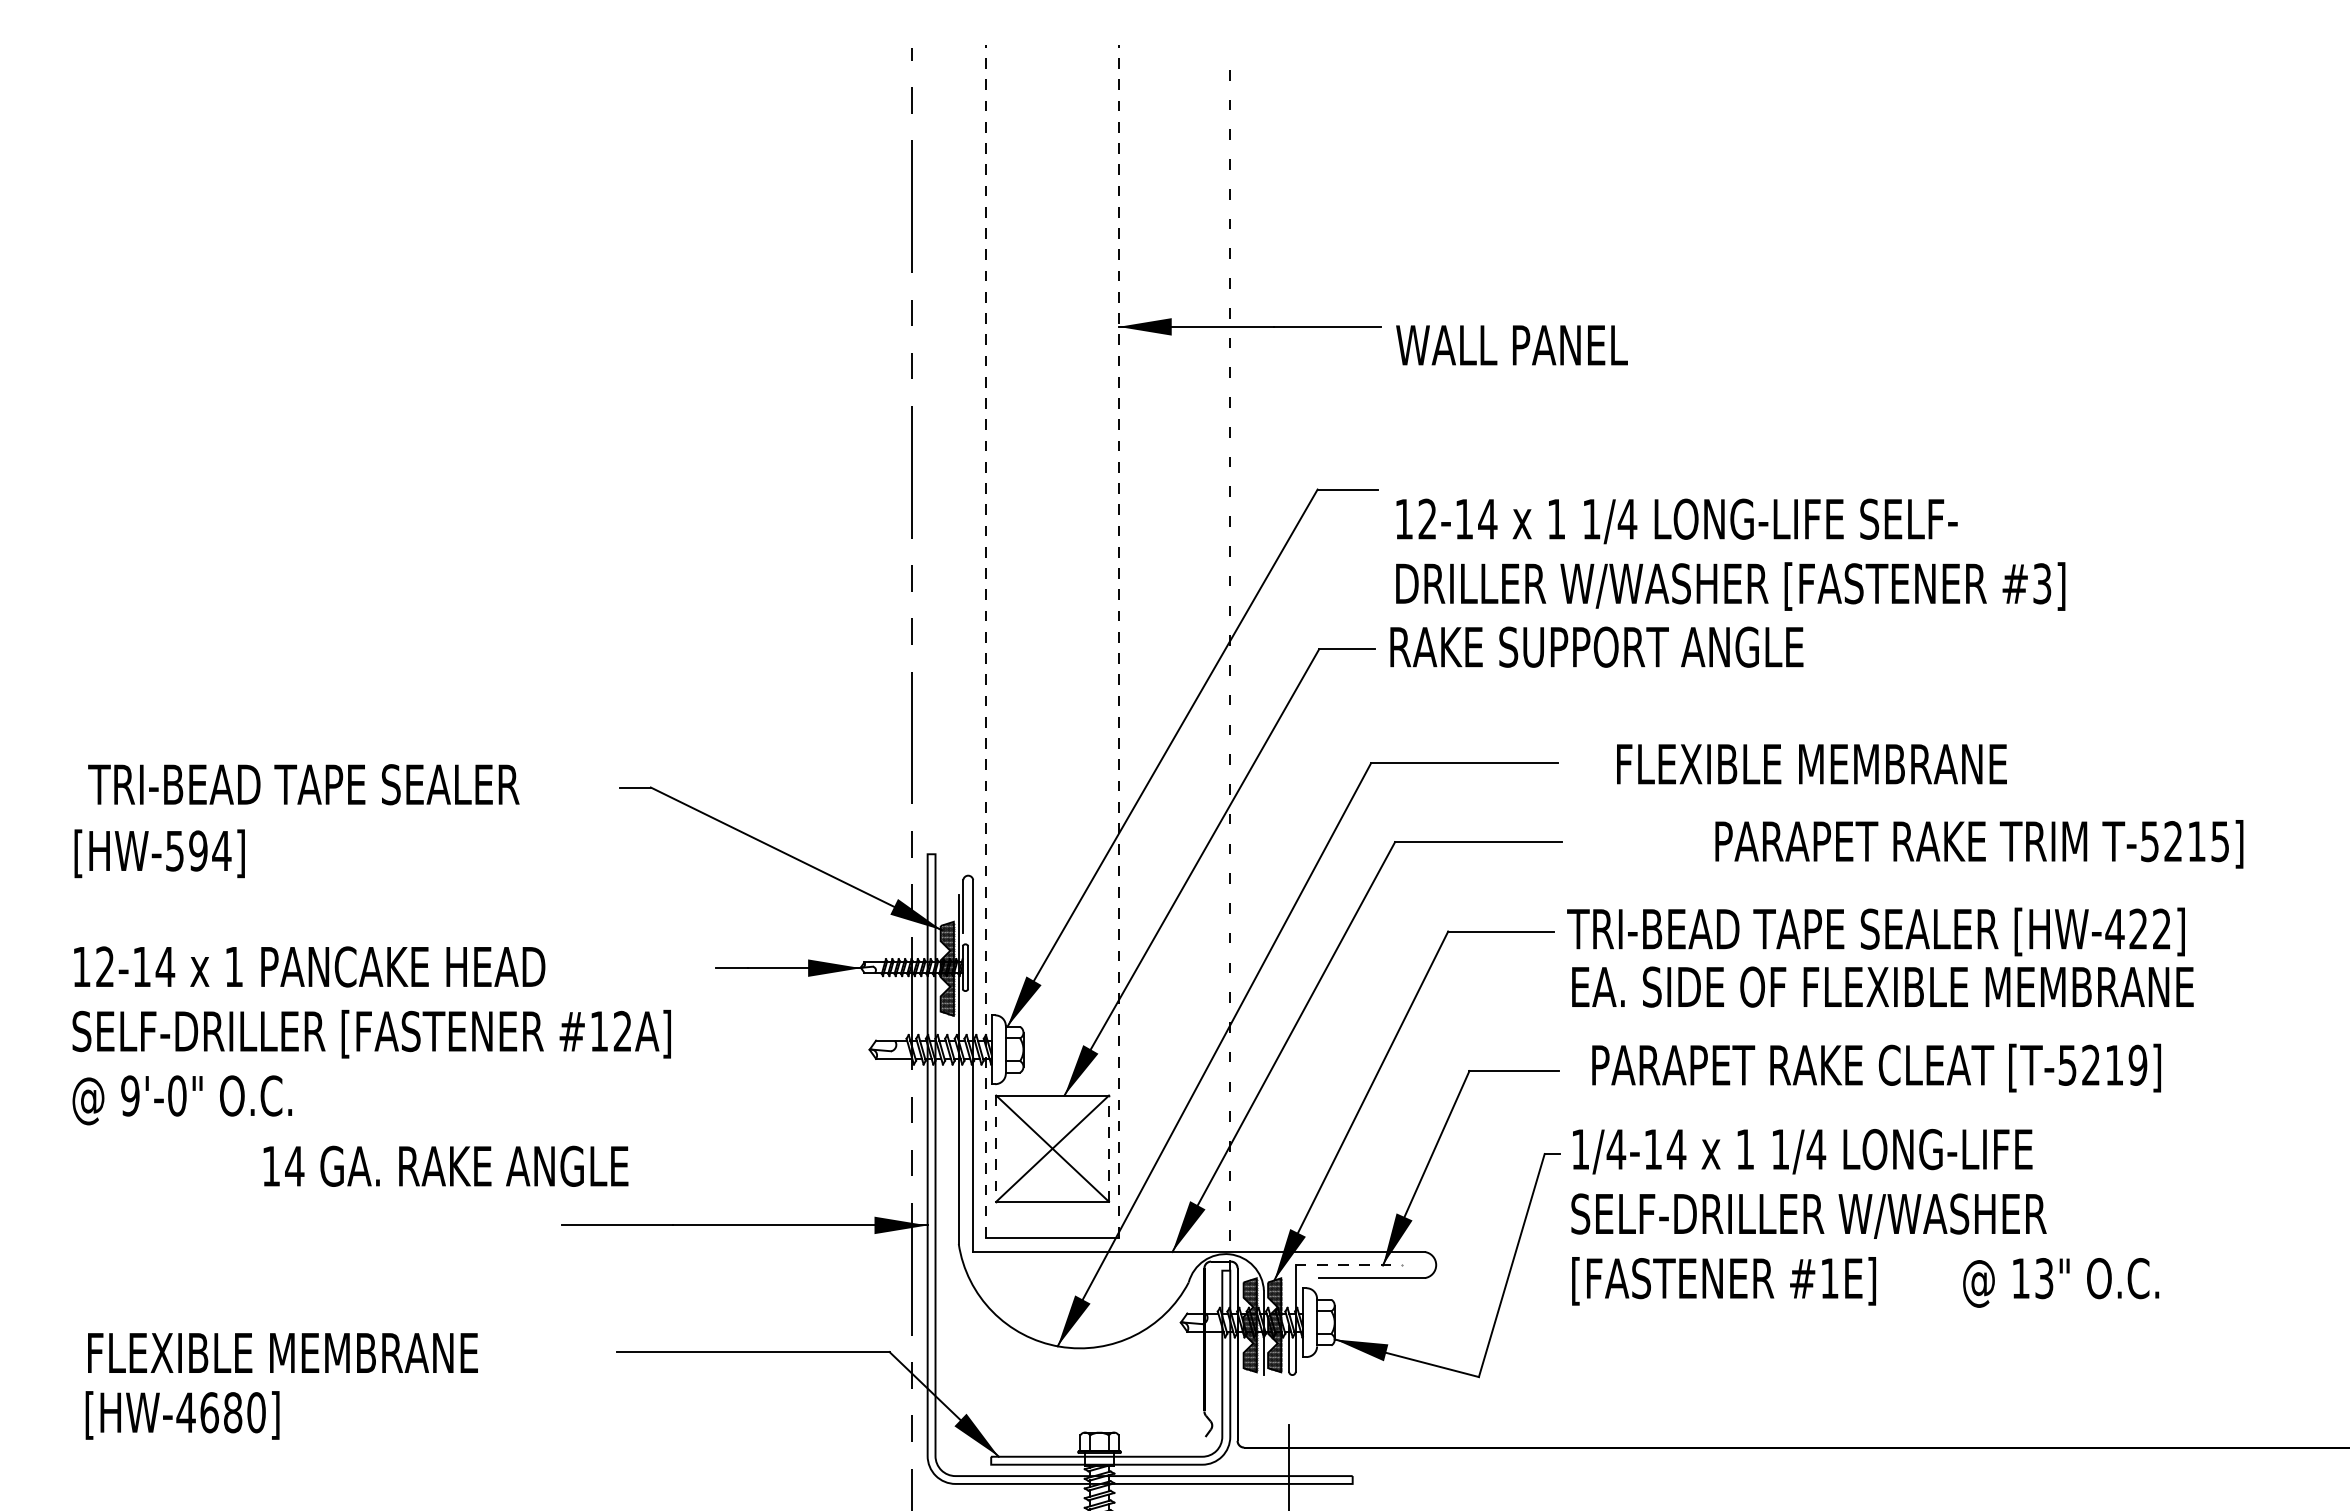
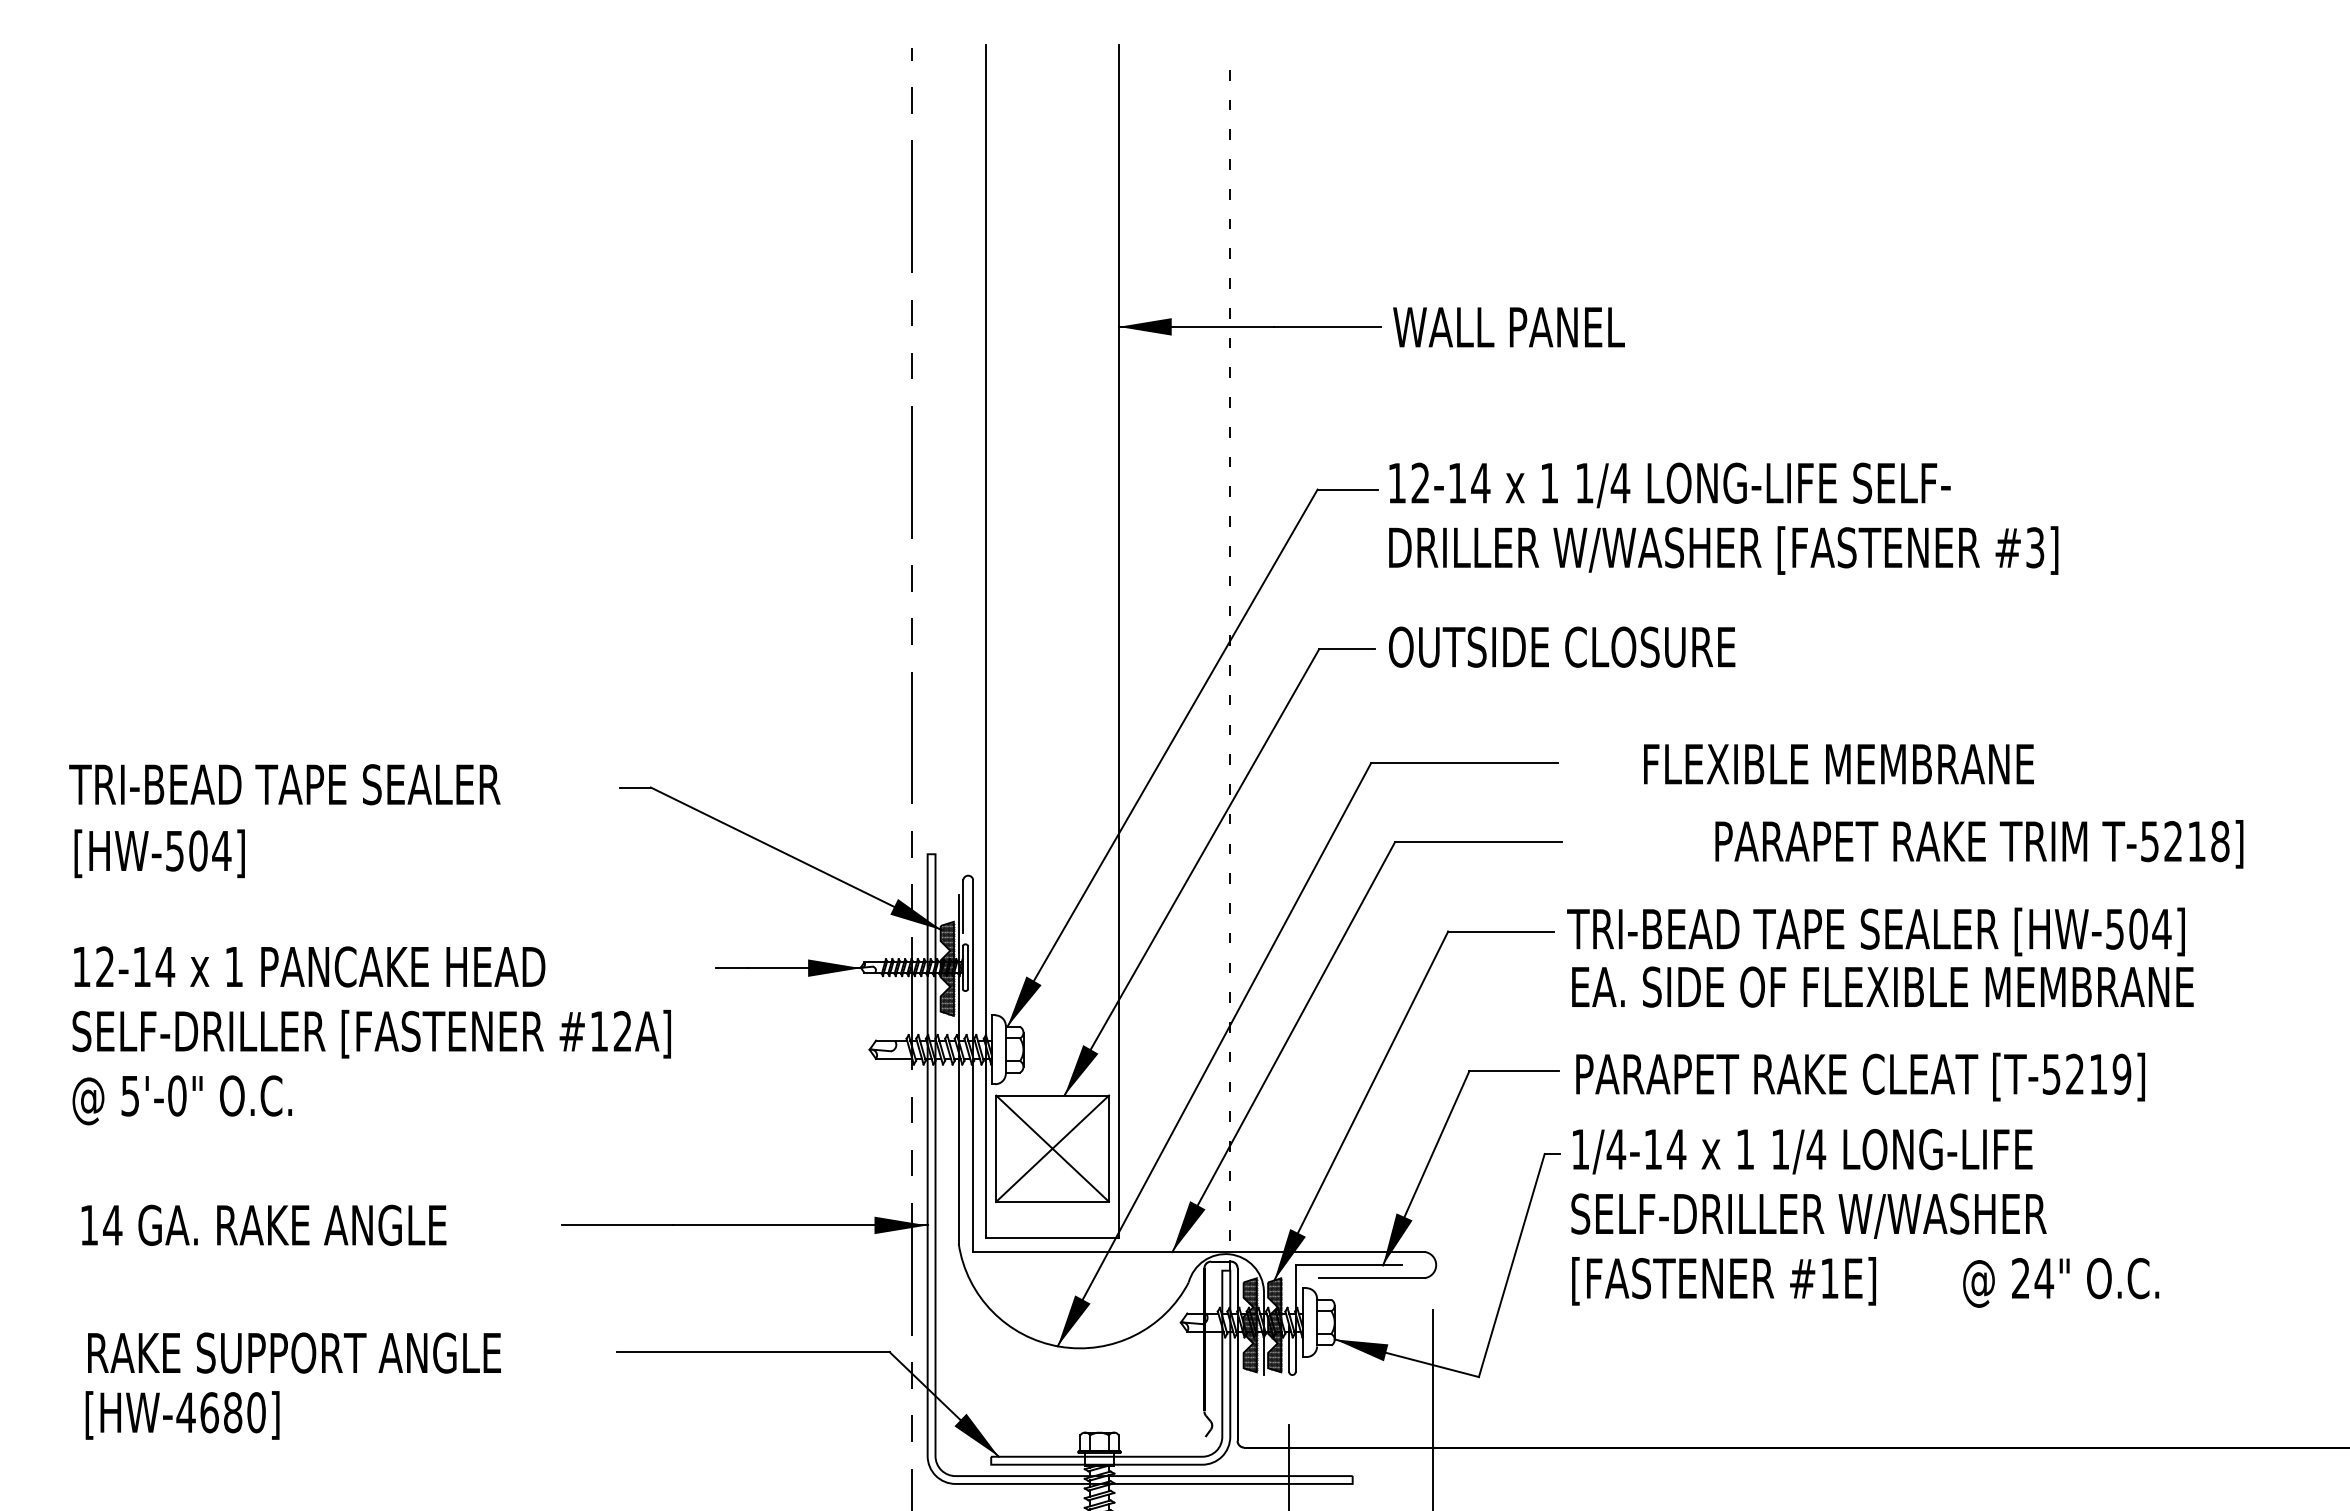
text at (1511, 345) position: (1511, 345) -> (1508, 327)
text at (1730, 554) position: (1730, 554) -> (1723, 518)
line at (985, 640): dashed -> solid
line at (1118, 640): dashed -> solid
text at (1595, 646): RAKE SUPPORT ANGLE -> OUTSIDE CLOSURE
text at (1811, 764) position: (1811, 764) -> (1838, 764)
text at (303, 784) position: (303, 784) -> (284, 784)
text at (2220, 841): T-5215] -> T-5218]
text at (198, 850): [HW-594] -> [HW-504]
text at (2138, 928): [HW-422] -> [HW-504]
text at (1876, 1067) position: (1876, 1067) -> (1860, 1076)
text at (130, 1095): 9'-0" -> 5'-0"
line at (1109, 1148): dashed -> solid
line at (996, 1149): dashed -> solid
text at (445, 1165) position: (445, 1165) -> (263, 1224)
line at (1349, 1265): dashed -> solid
text at (2033, 1278): 13" -> 24"
text at (295, 1352): FLEXIBLE MEMBRANE -> RAKE SUPPORT ANGLE
line at (1433, 1408): none -> present
